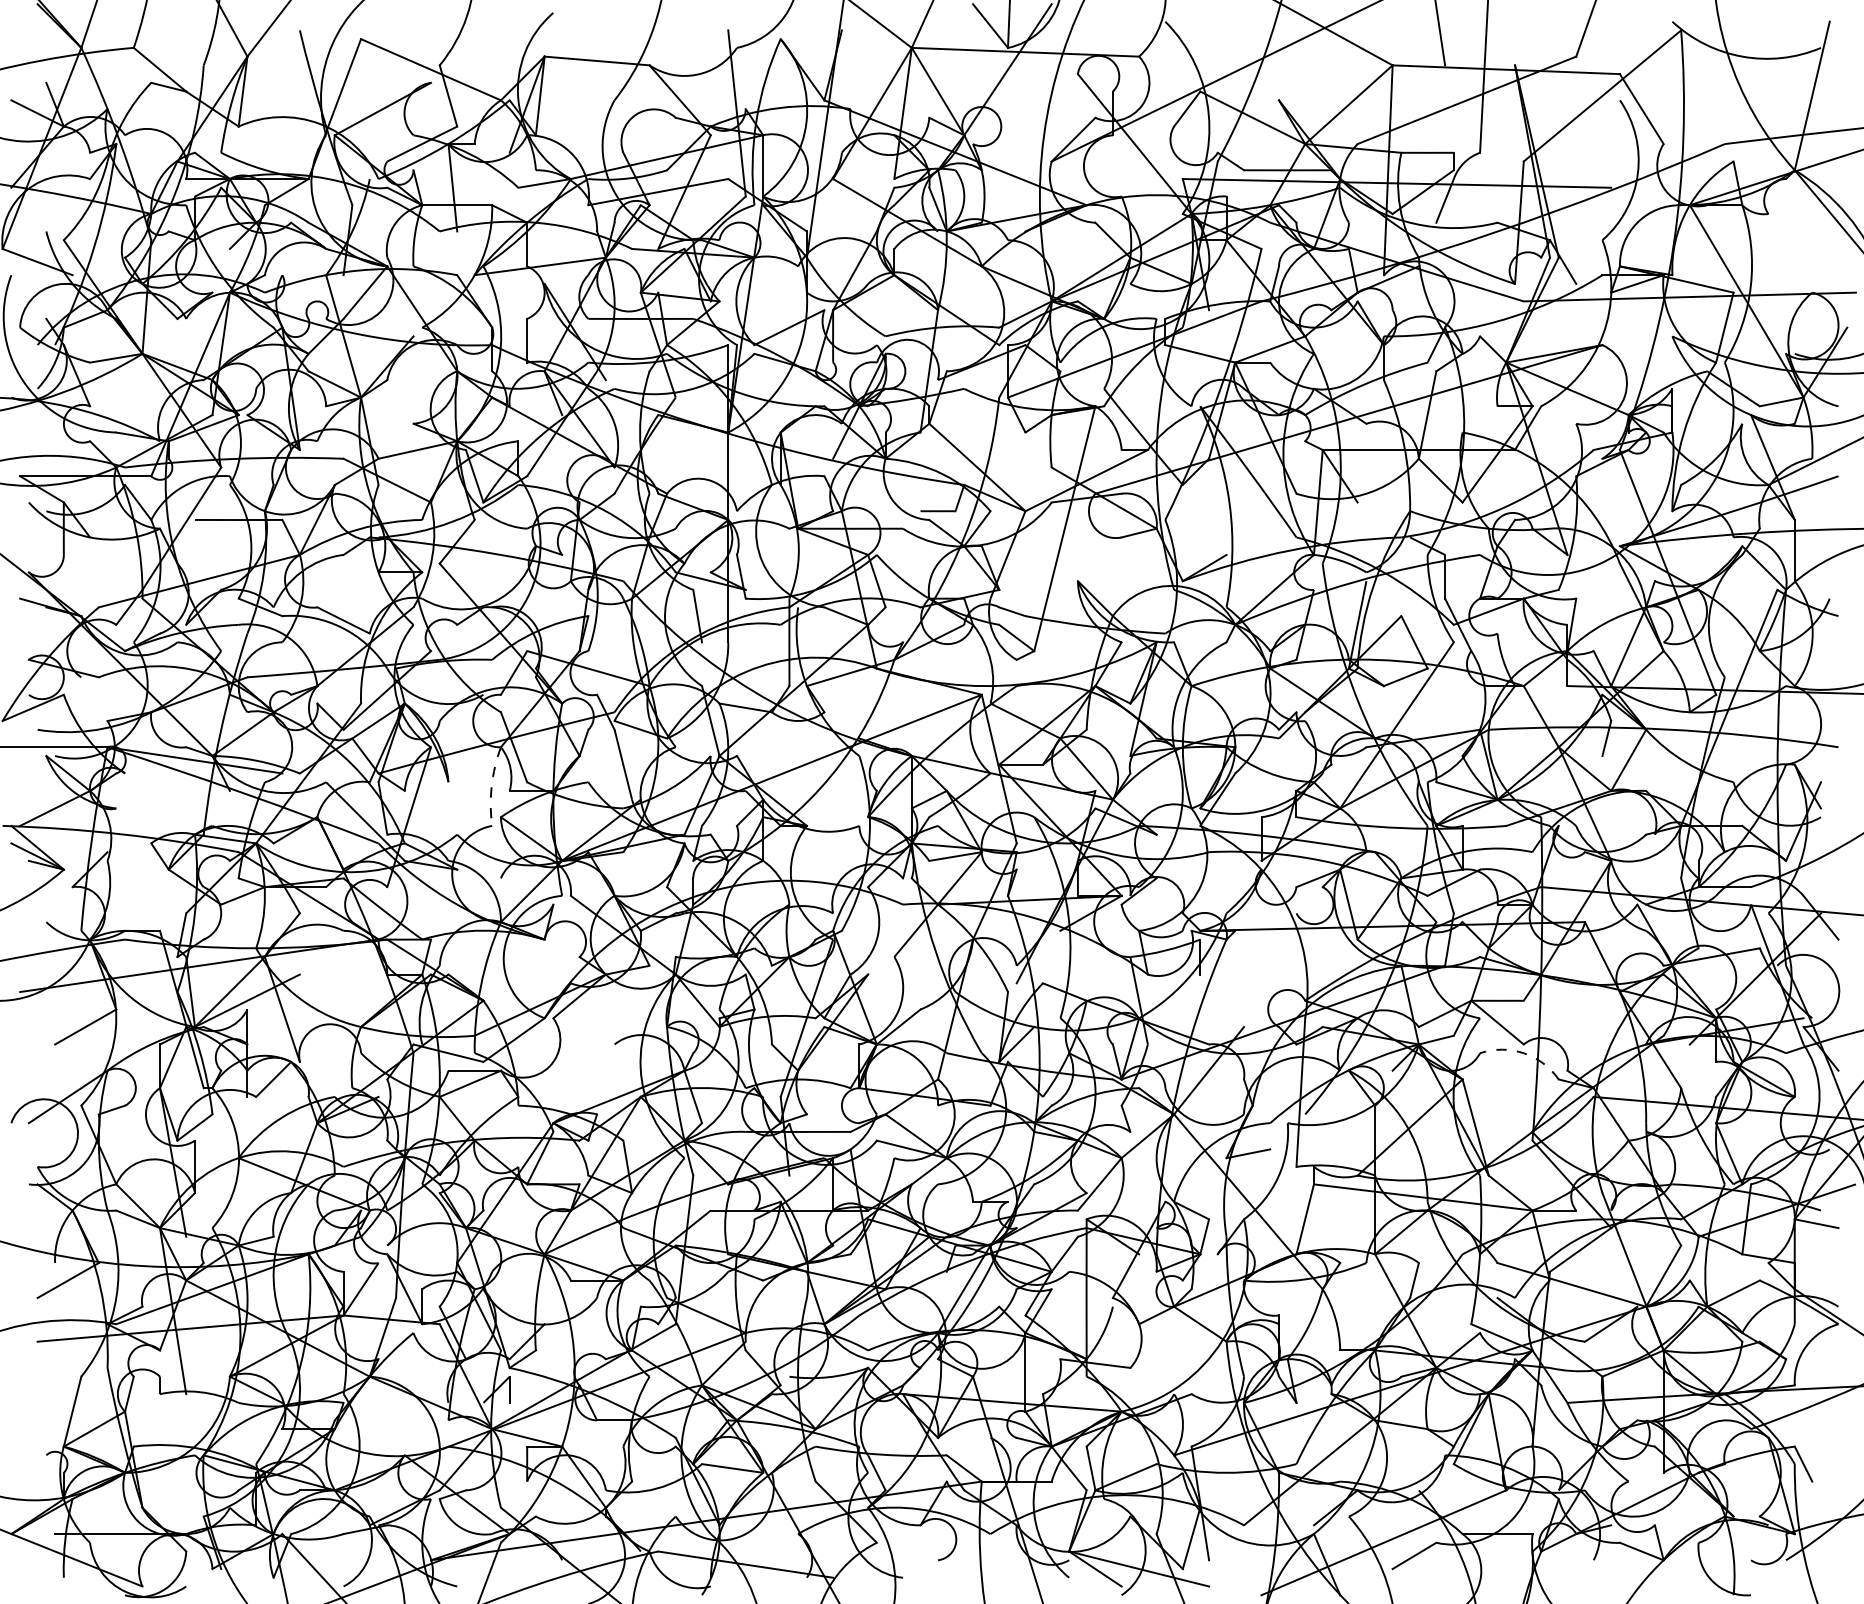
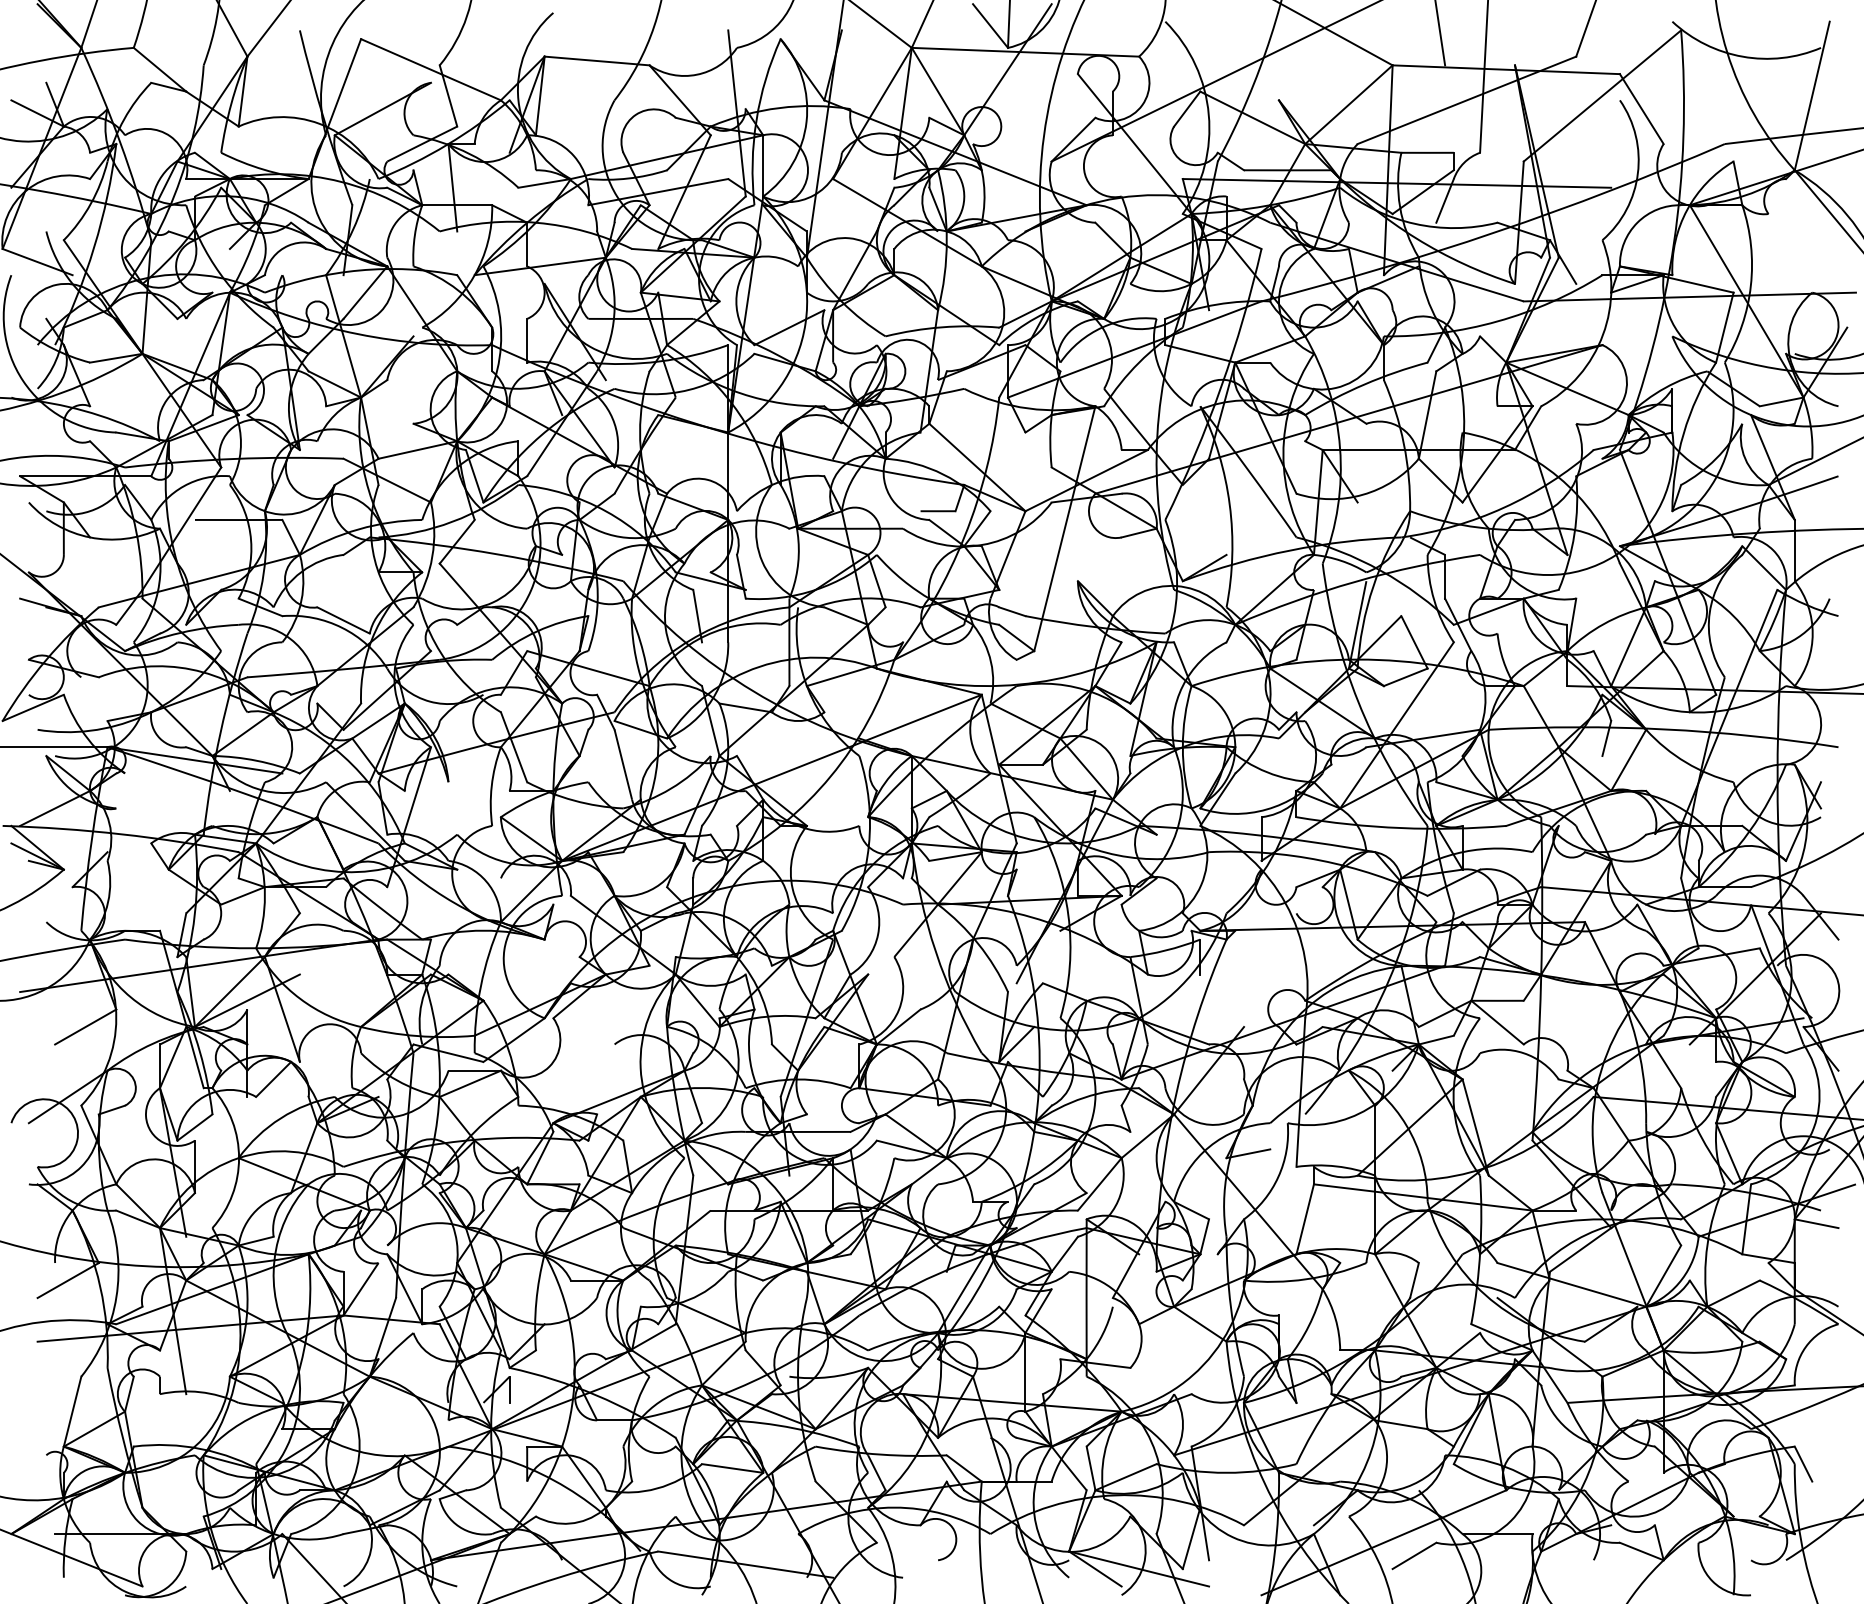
arc at (491, 786): dashed -> solid
arc at (1523, 1053): dashed -> solid
